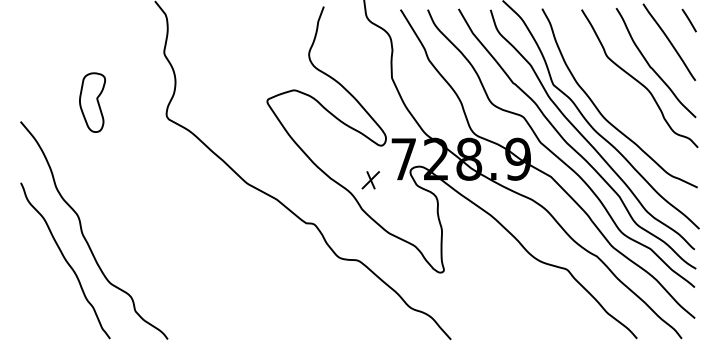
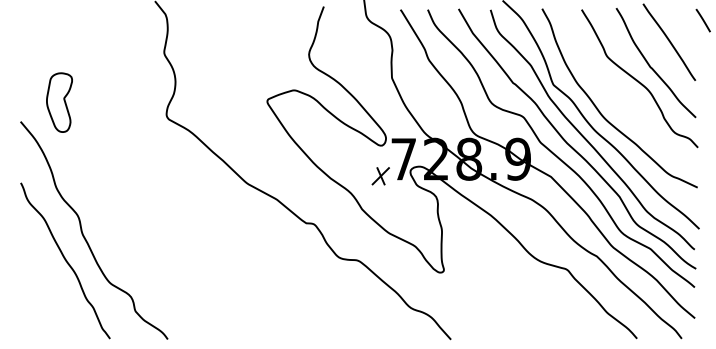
line at (688, 20) position: (688, 20) -> (702, 20)
part at (92, 102) position: (92, 102) -> (59, 102)
part at (370, 180) position: (370, 180) -> (380, 176)
